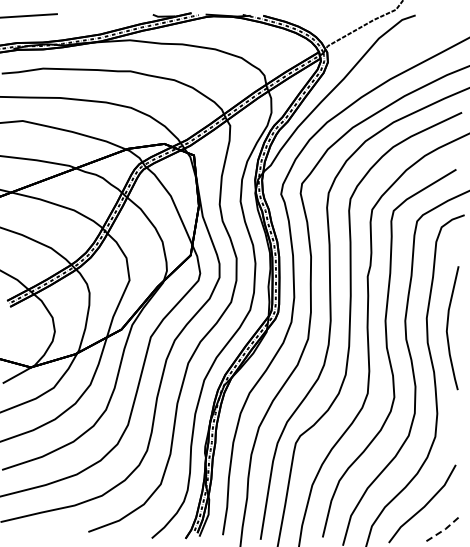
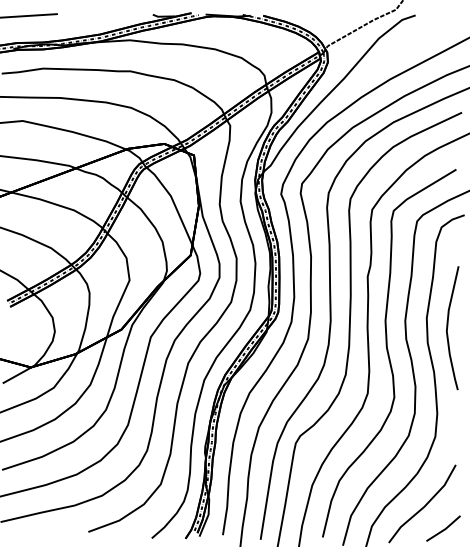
line at (444, 529): dashed -> solid
